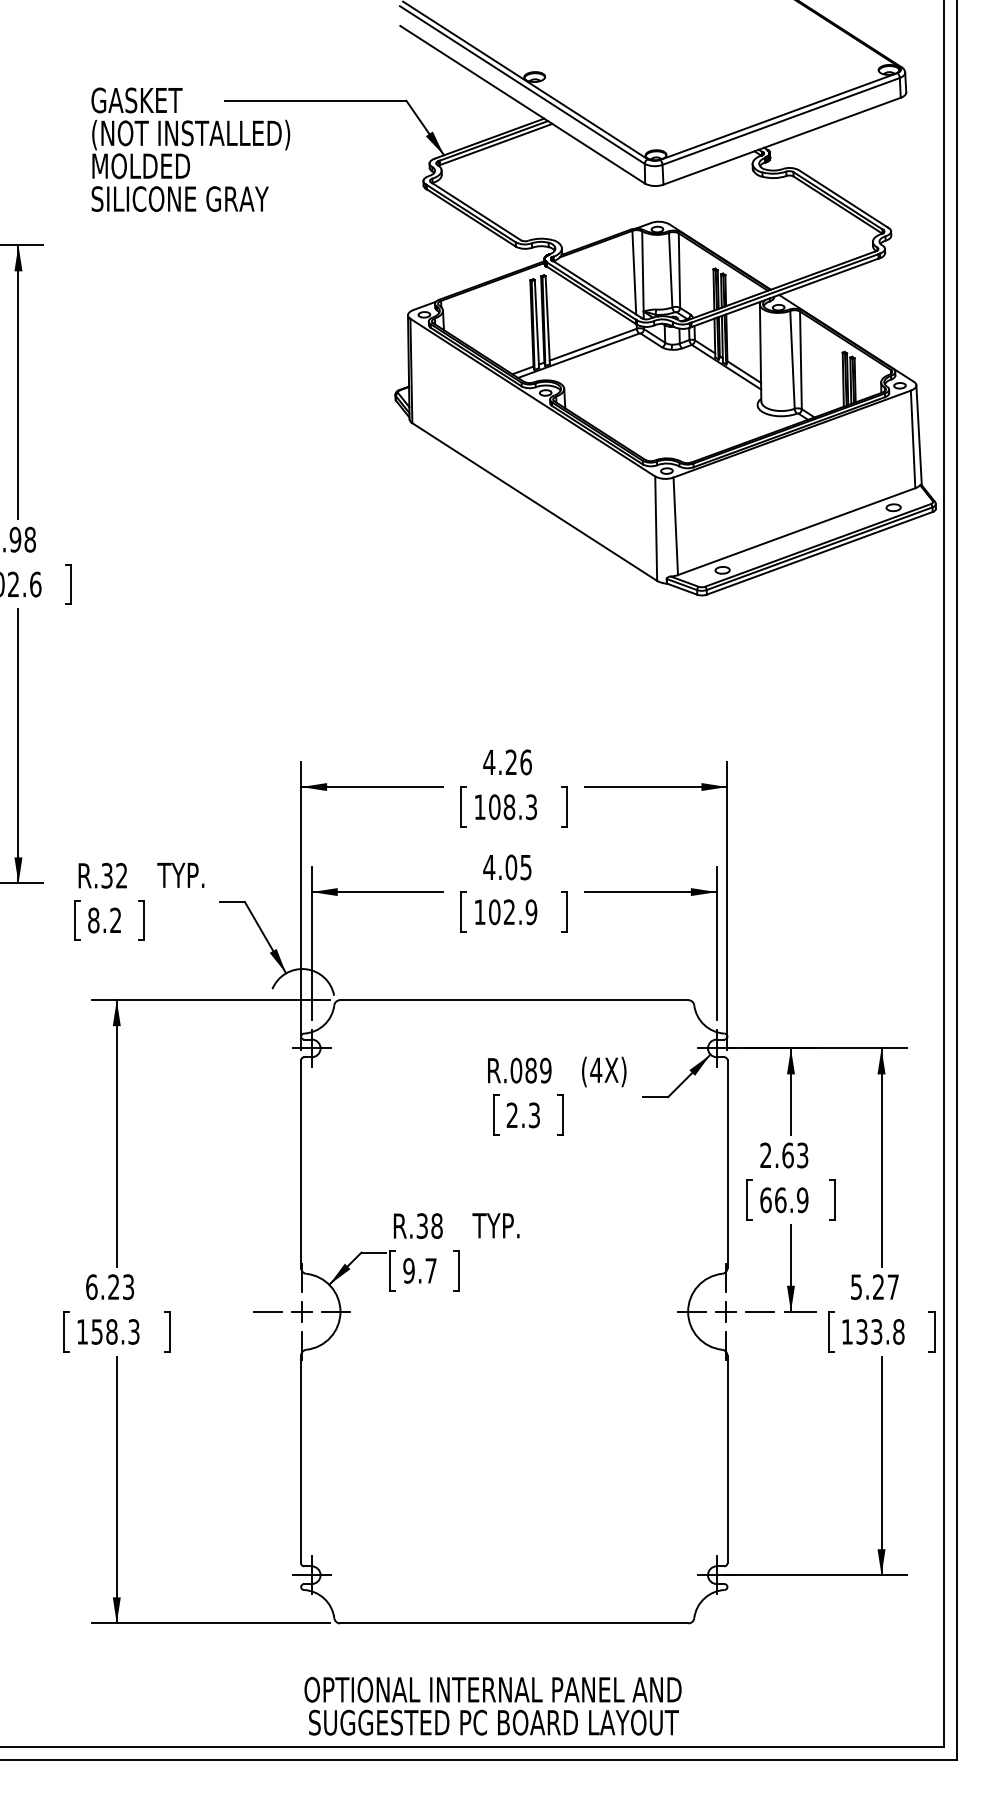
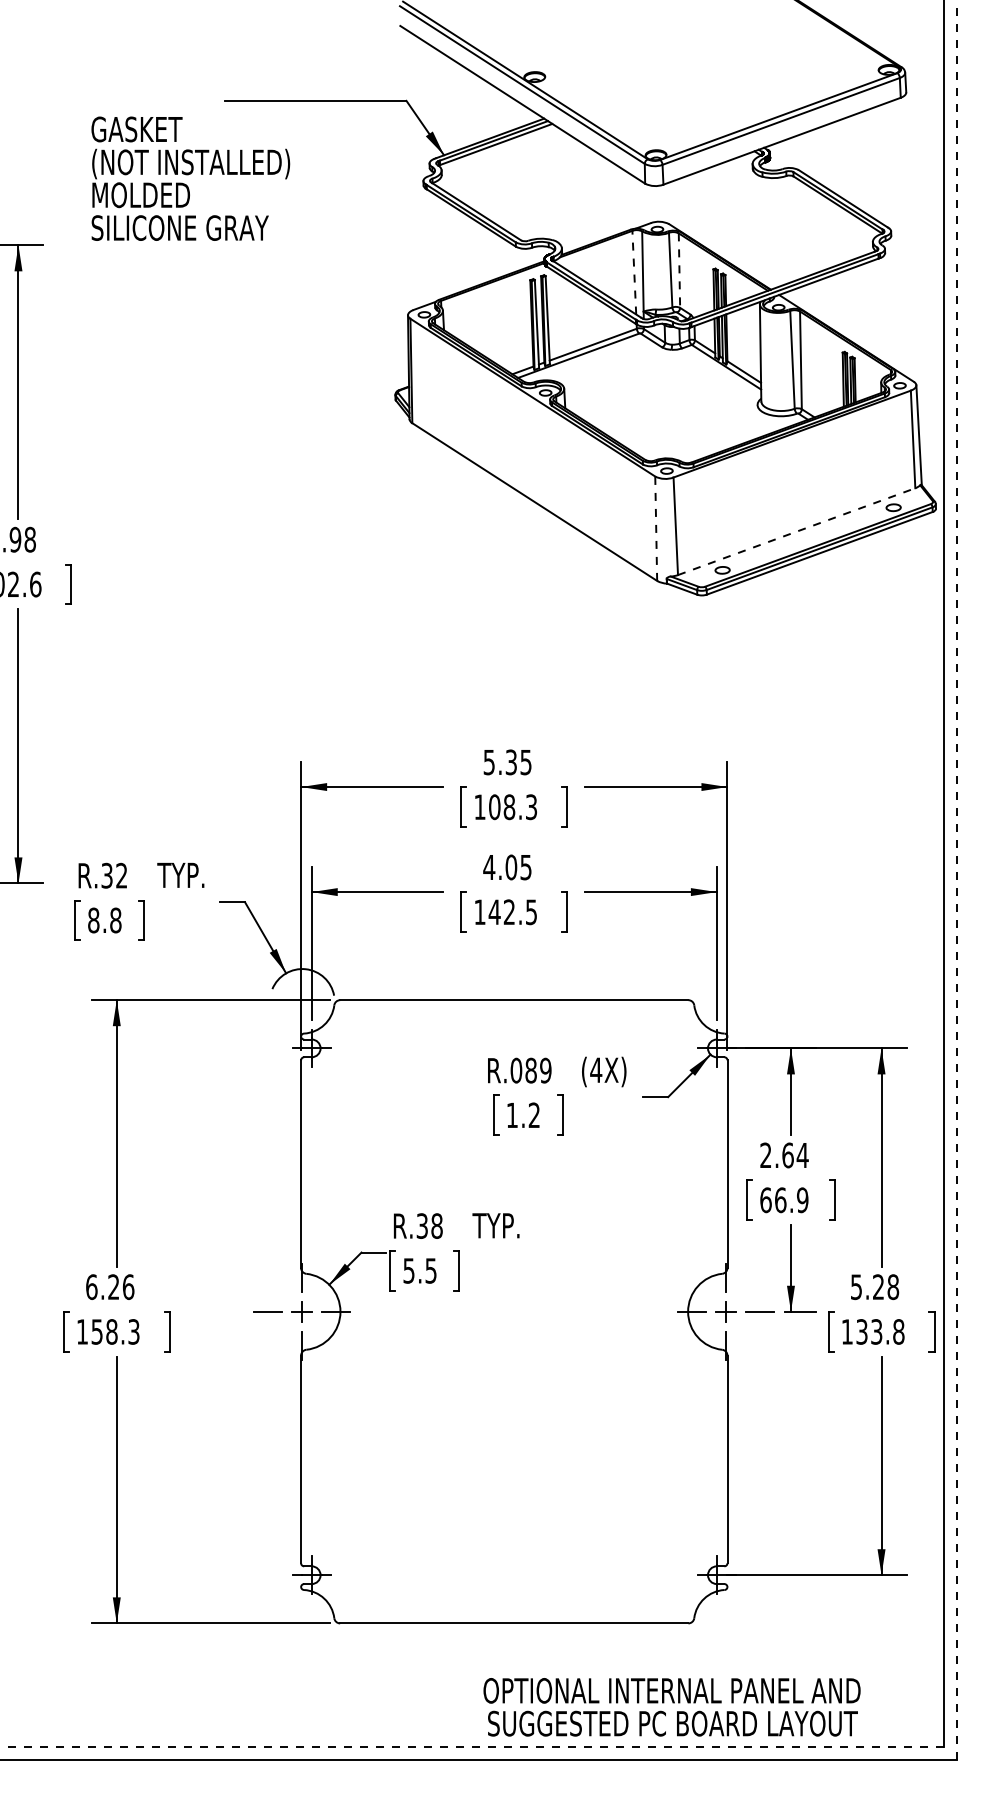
text at (190, 149) position: (190, 149) -> (190, 178)
line at (679, 271): solid -> dashed
line at (634, 272): solid -> dashed
line at (656, 528): solid -> dashed
line at (797, 531): solid -> dashed
text at (507, 762): 4.26 -> 5.35
line at (956, 879): solid -> dashed
text at (512, 912): 102.9 -> 142.5
text at (115, 920): 8.2 -> 8.8
text at (522, 1115): 2.3 -> 1.2
text at (802, 1155): 2.63 -> 2.64
text at (419, 1270): 9.7 -> 5.5
text at (128, 1287): 6.23 -> 6.26
text at (893, 1287): 5.27 -> 5.28
text at (492, 1706) position: (492, 1706) -> (671, 1707)
line at (472, 1747): solid -> dashed
